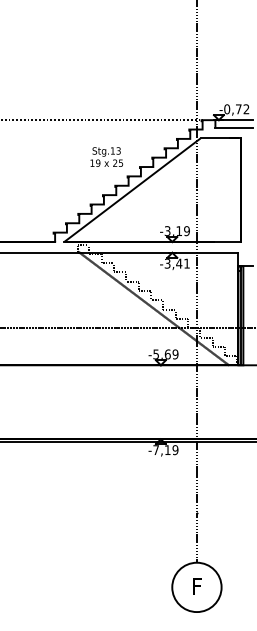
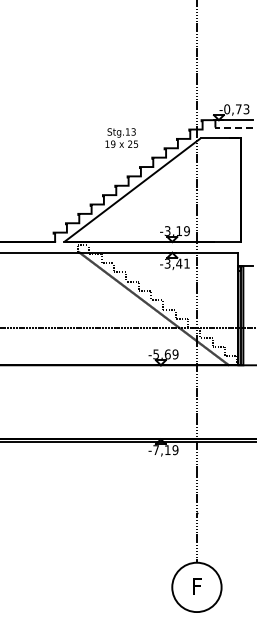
text at (246, 109): -0,72 -> -0,73
line at (102, 120): present -> none
line at (234, 127): solid -> dashed
text at (106, 156) position: (106, 156) -> (121, 137)
